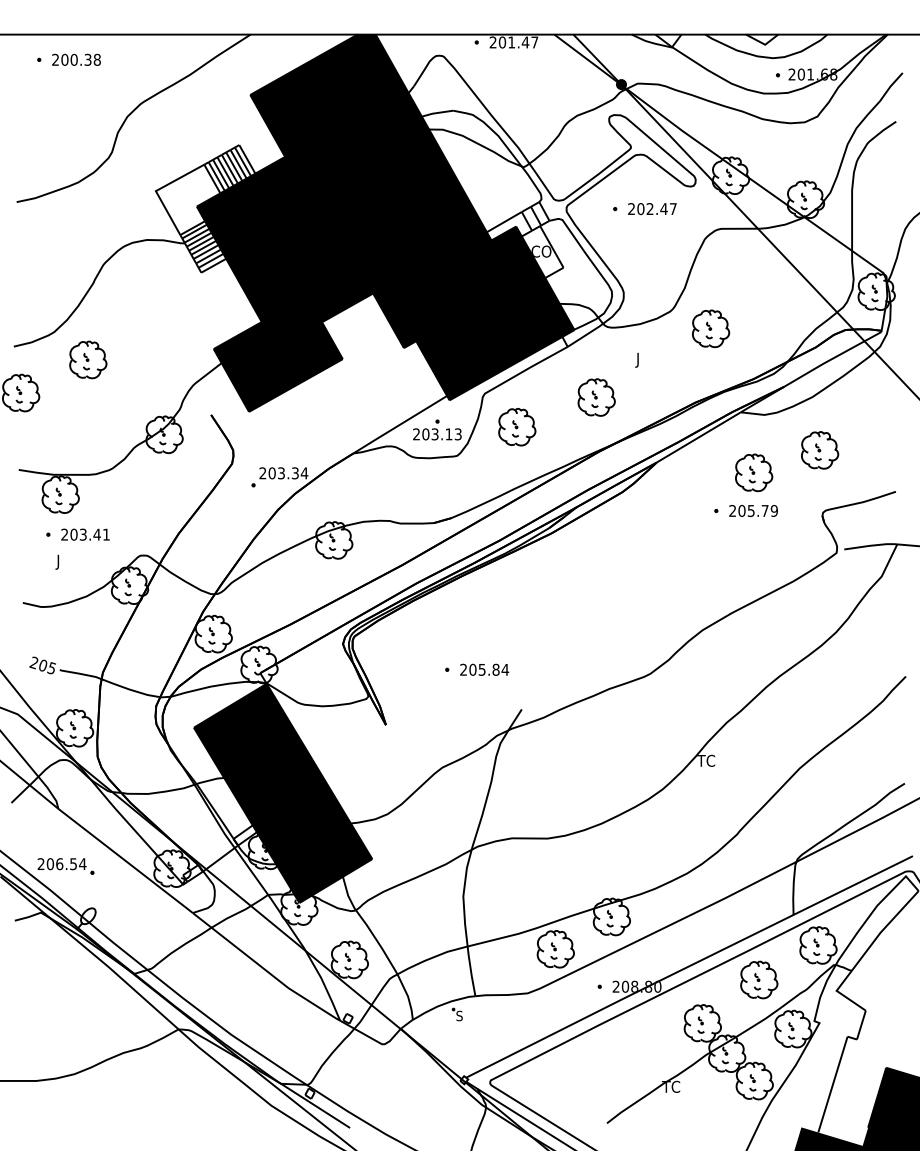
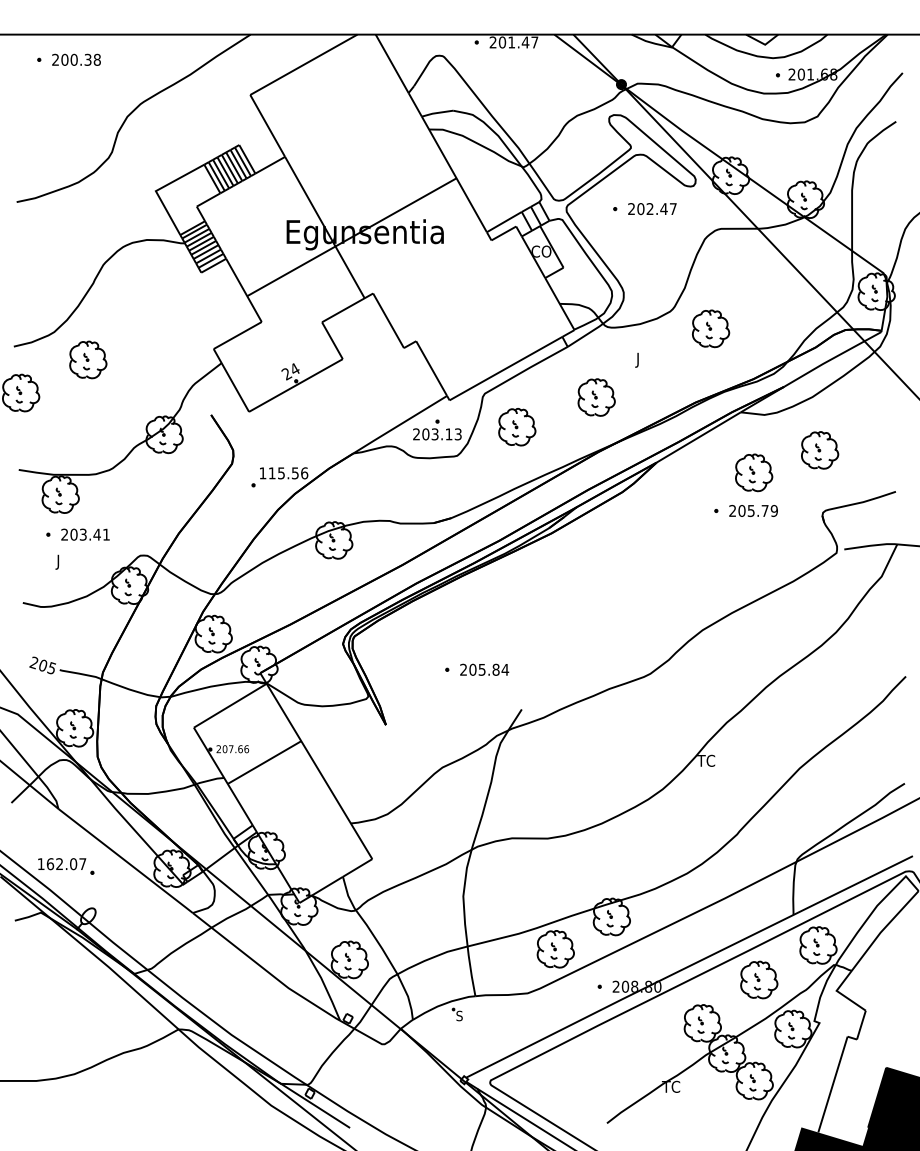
fill at (385, 222): present -> none
text at (283, 473): 203.34 -> 115.56
fill at (282, 793): present -> none
text at (61, 864): 206.54 -> 162.07
